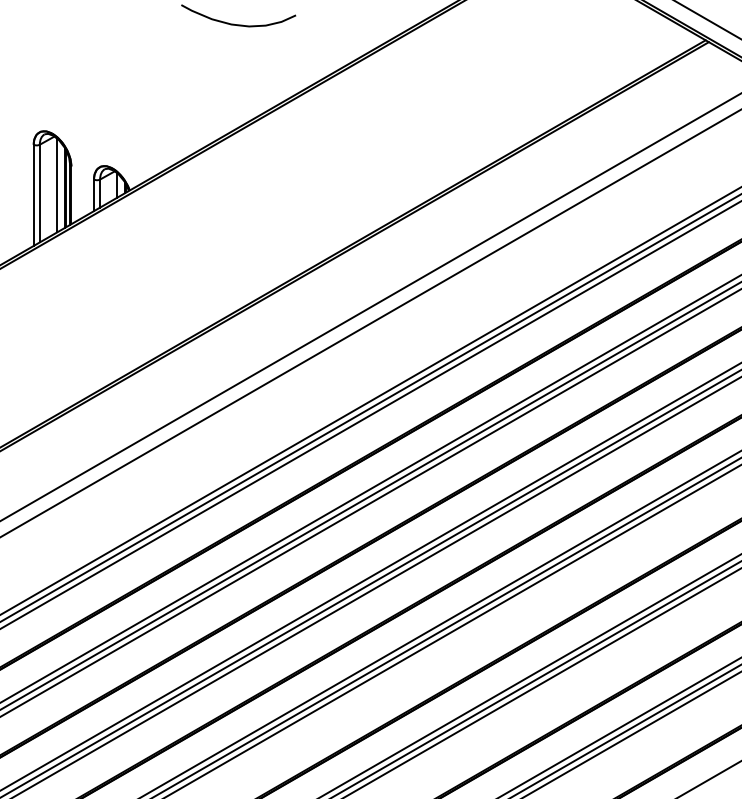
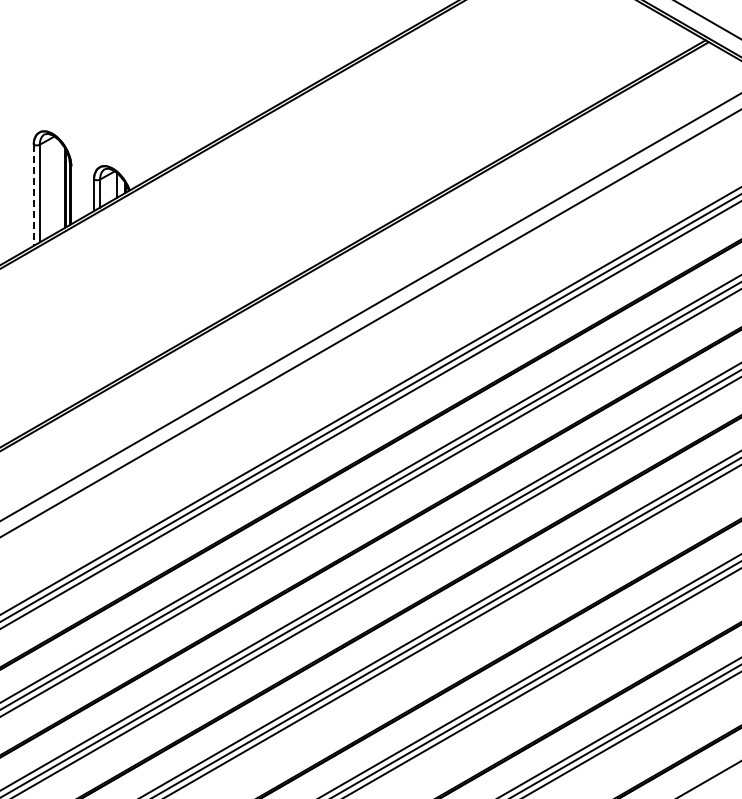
curve at (234, 23): present -> none
line at (57, 185): present -> none
line at (33, 195): solid -> dashed
